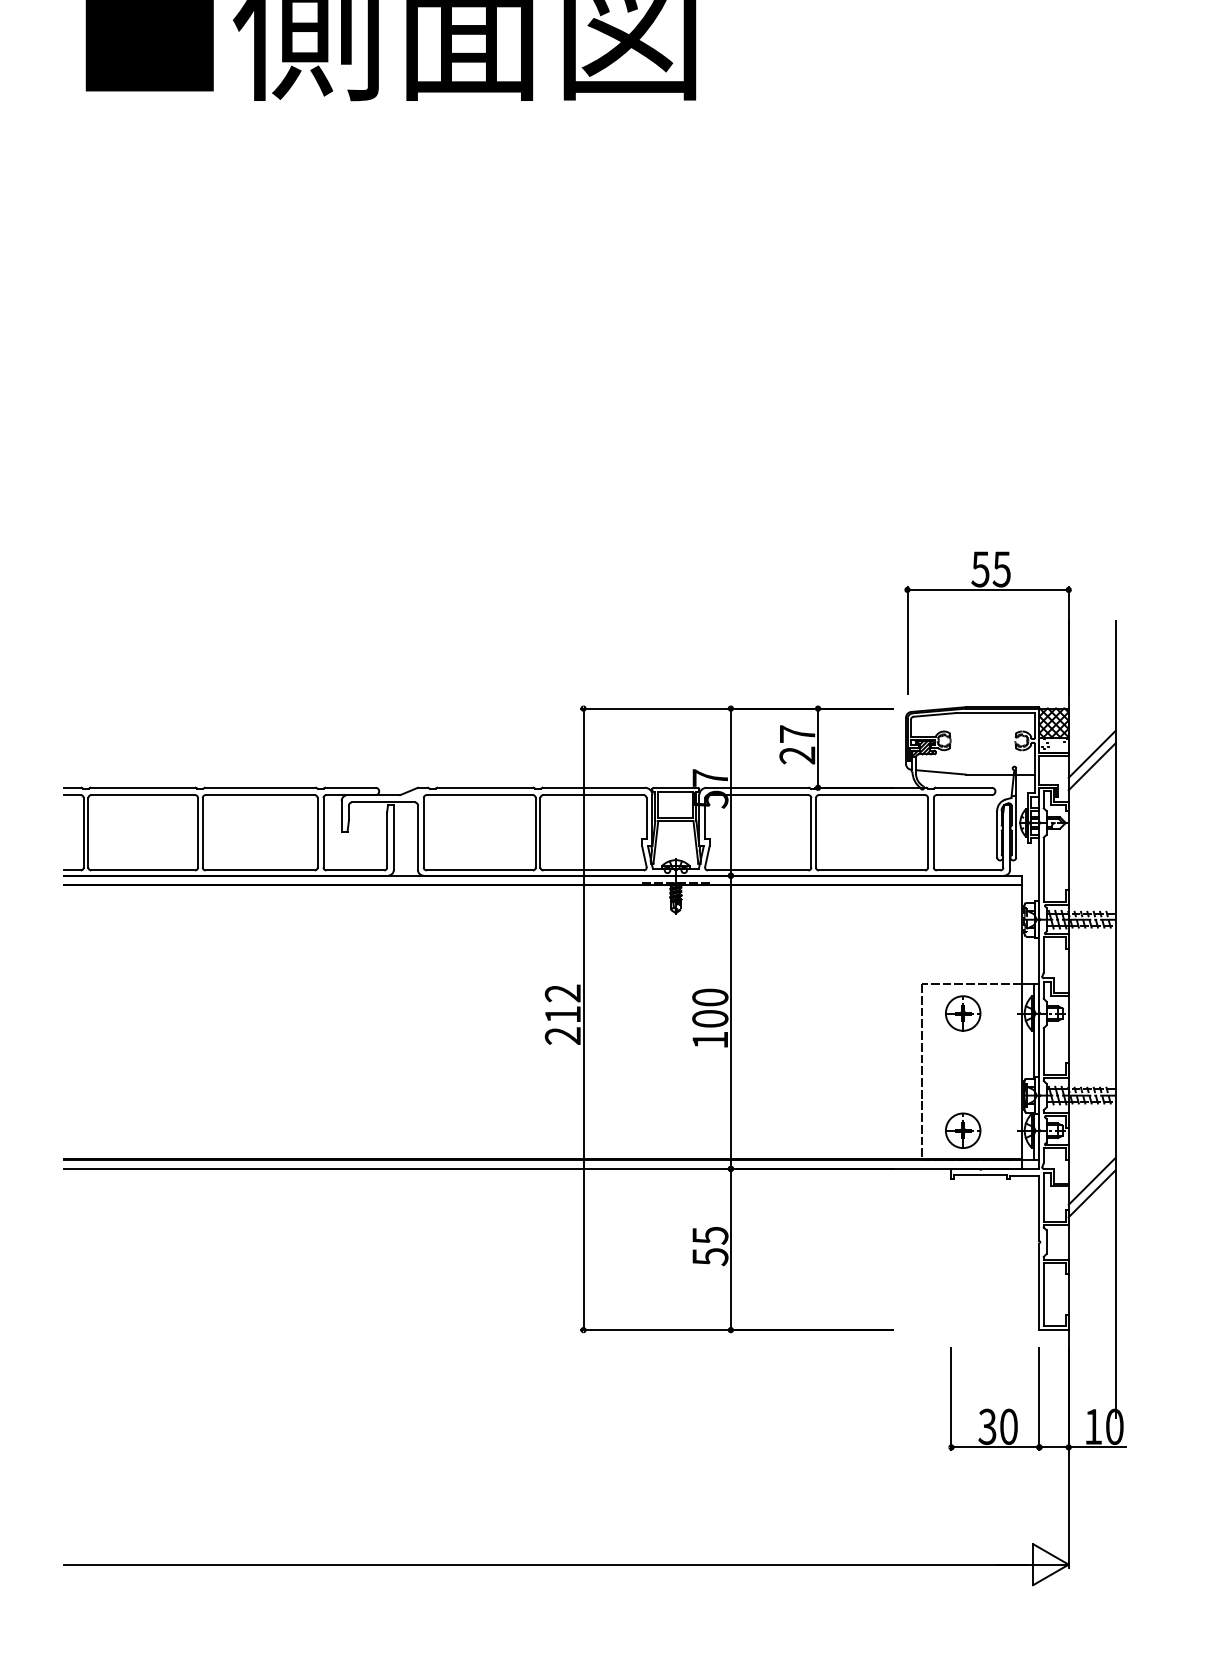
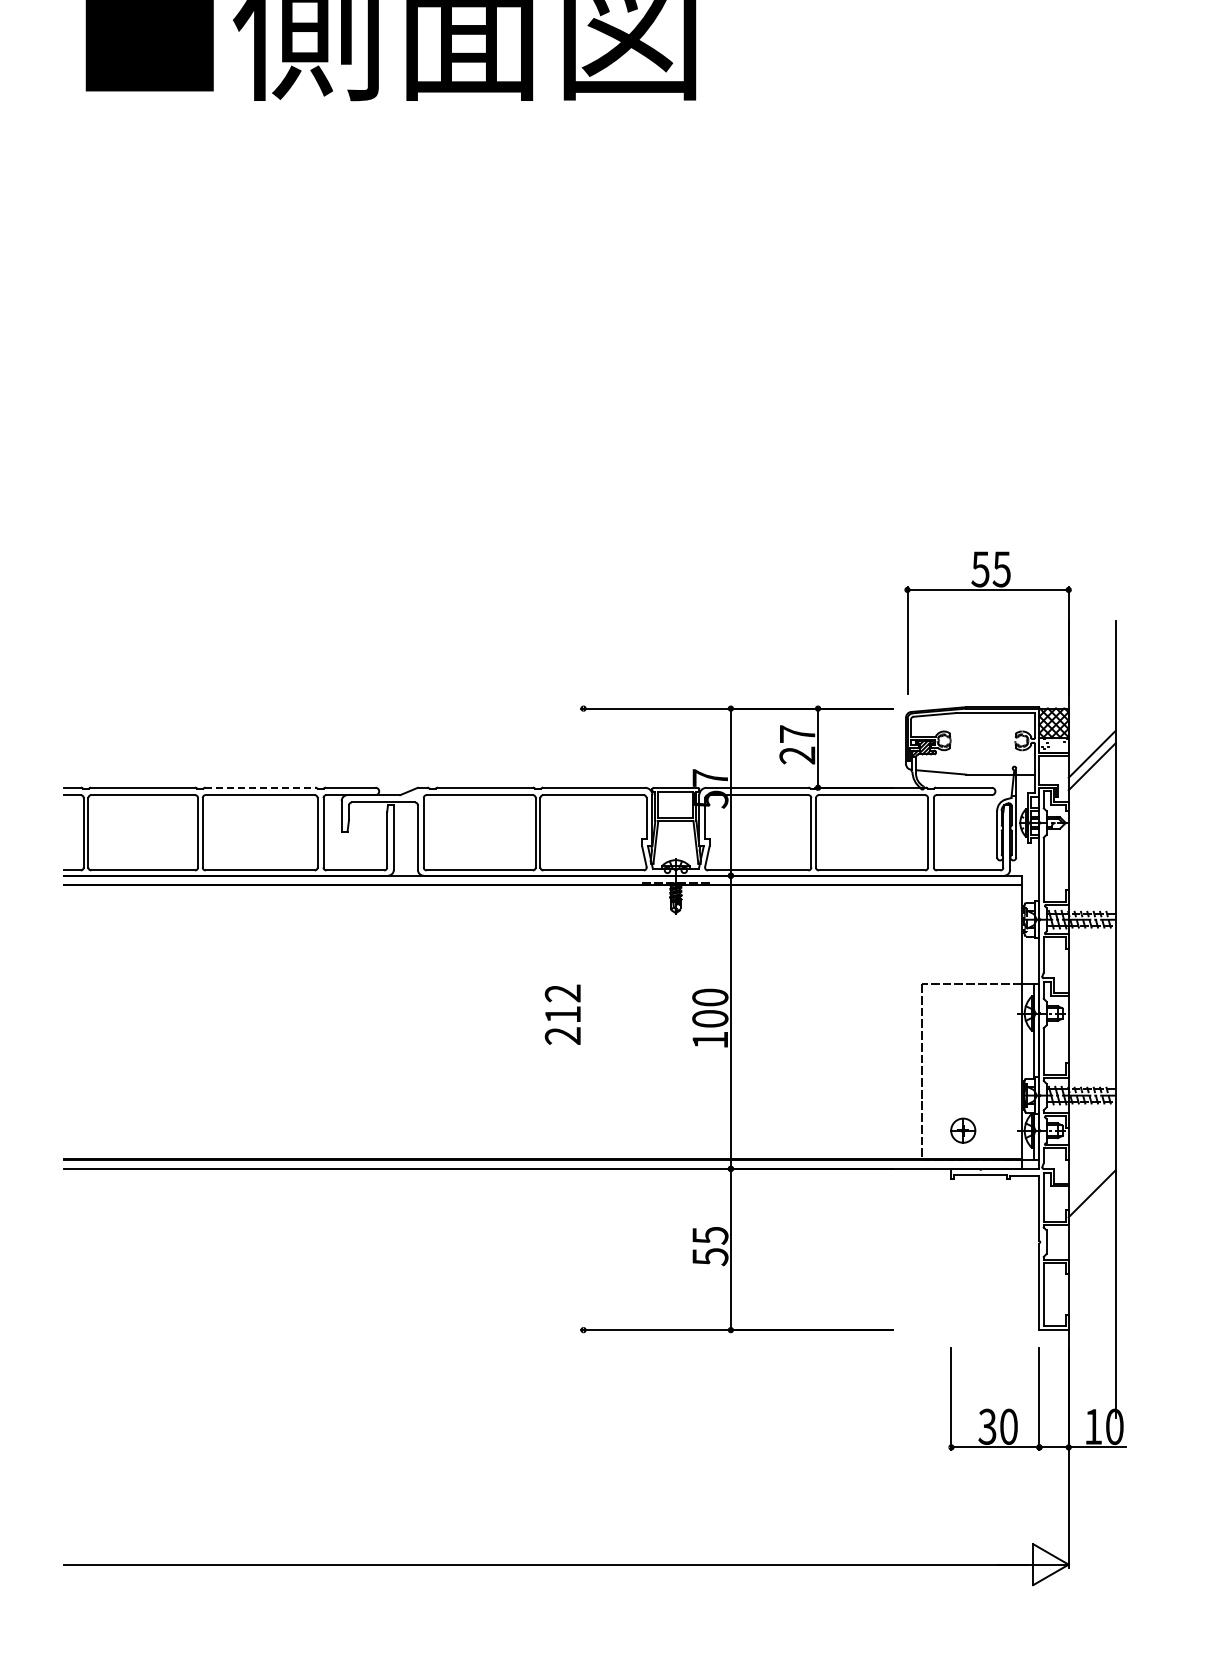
line at (260, 787): solid -> dashed
part at (963, 1013): present -> none
line at (583, 1019): present -> none
part at (963, 1130) size: 37x37 px -> 27x27 px
line at (1091, 1180): present -> none
